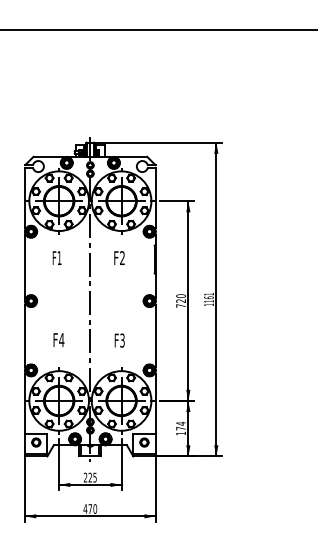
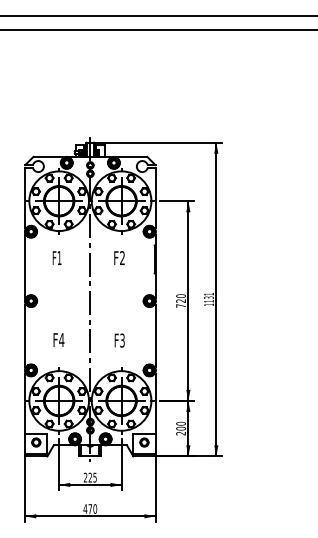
line at (158, 16): none -> present
text at (208, 297): 1161 -> 1131
text at (180, 428): 174 -> 200
